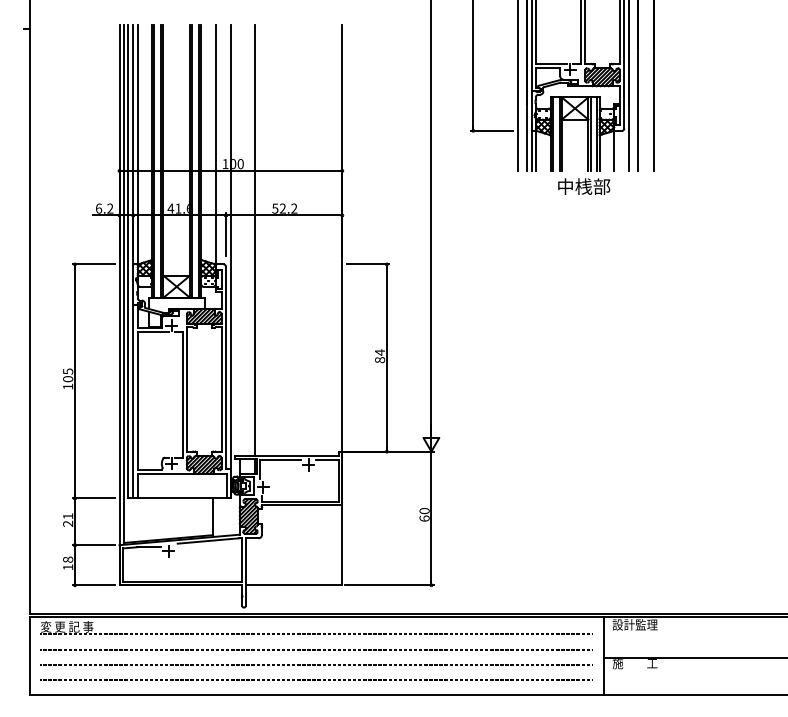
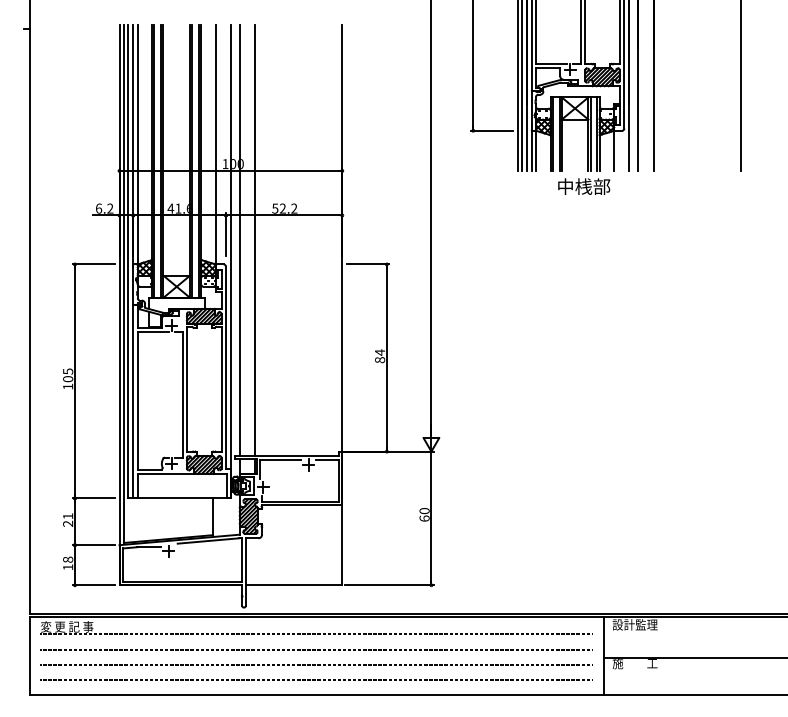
line at (522, 86): none -> present
line at (740, 86): none -> present
line at (239, 240): none -> present
